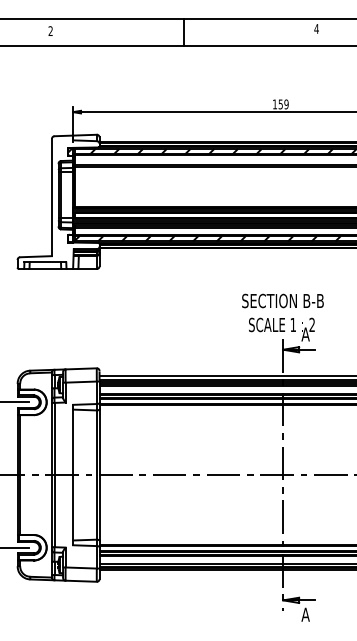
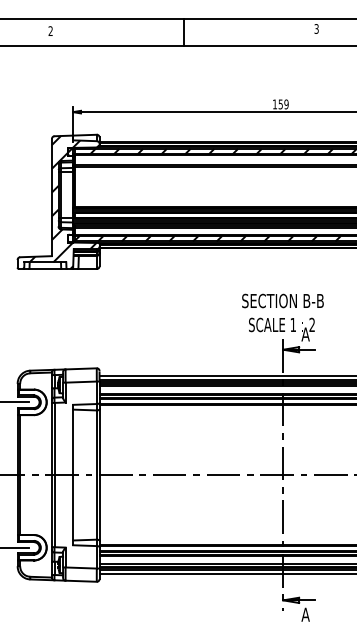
text at (316, 28): 4 -> 3
hatch at (61, 202): none -> present
line at (226, 574): none -> present
